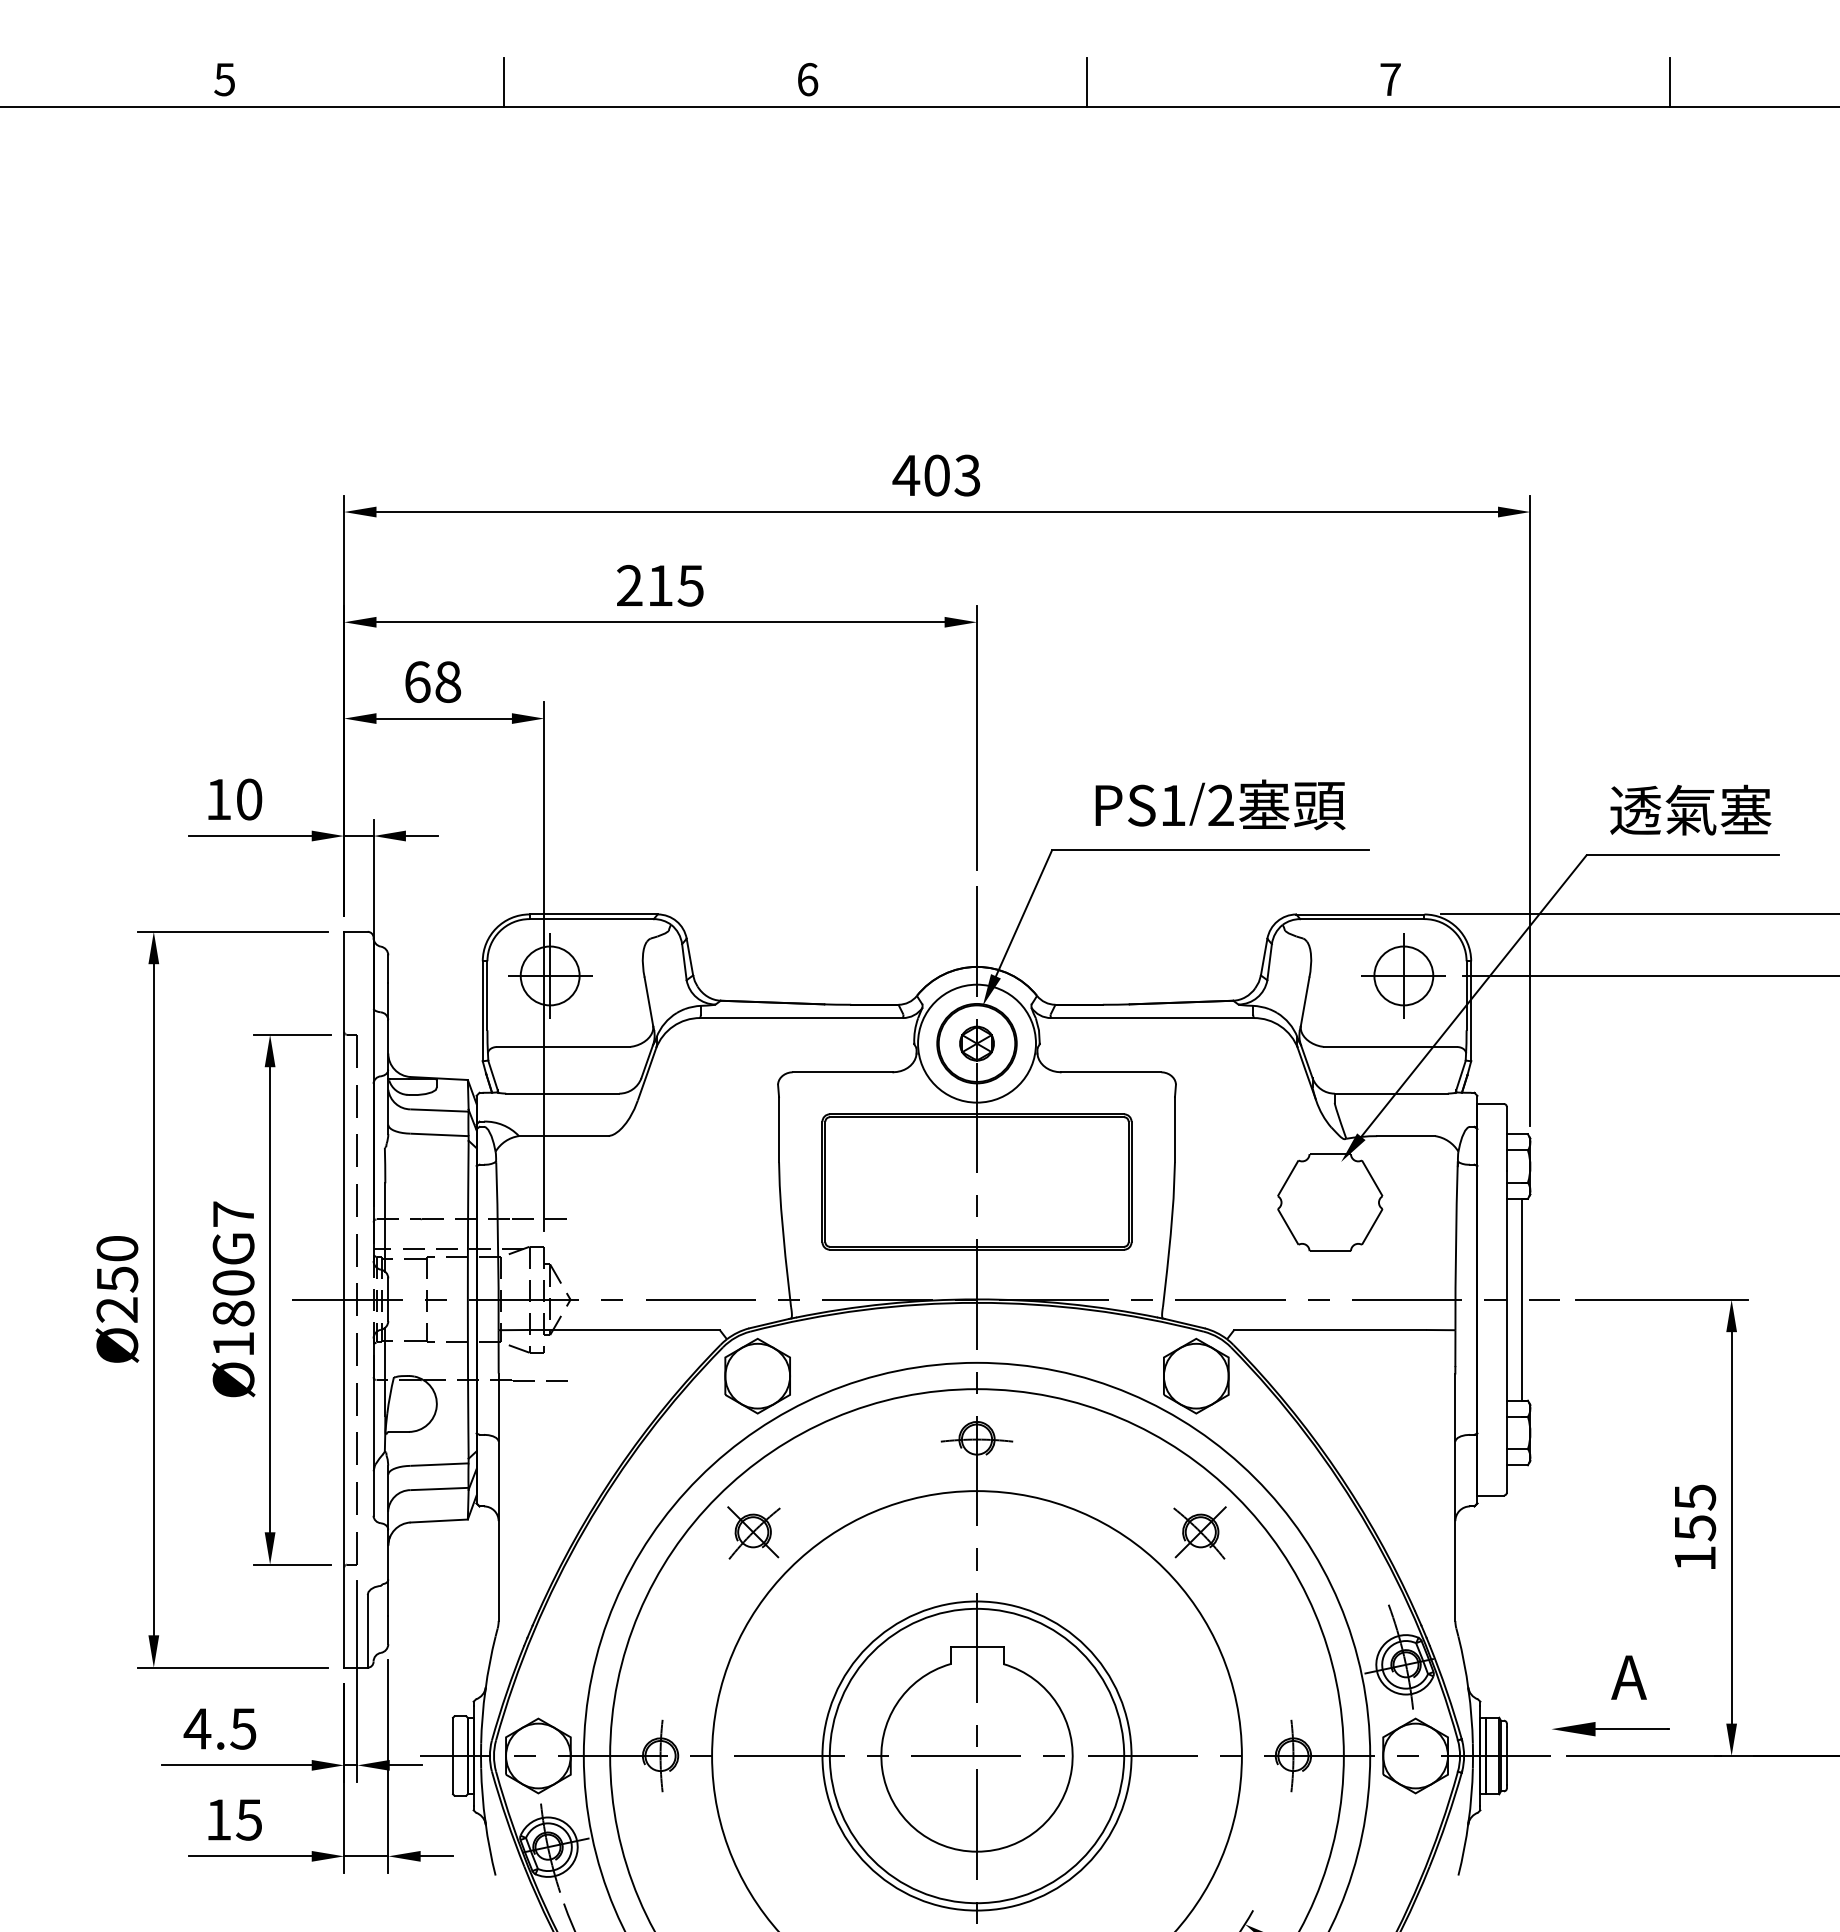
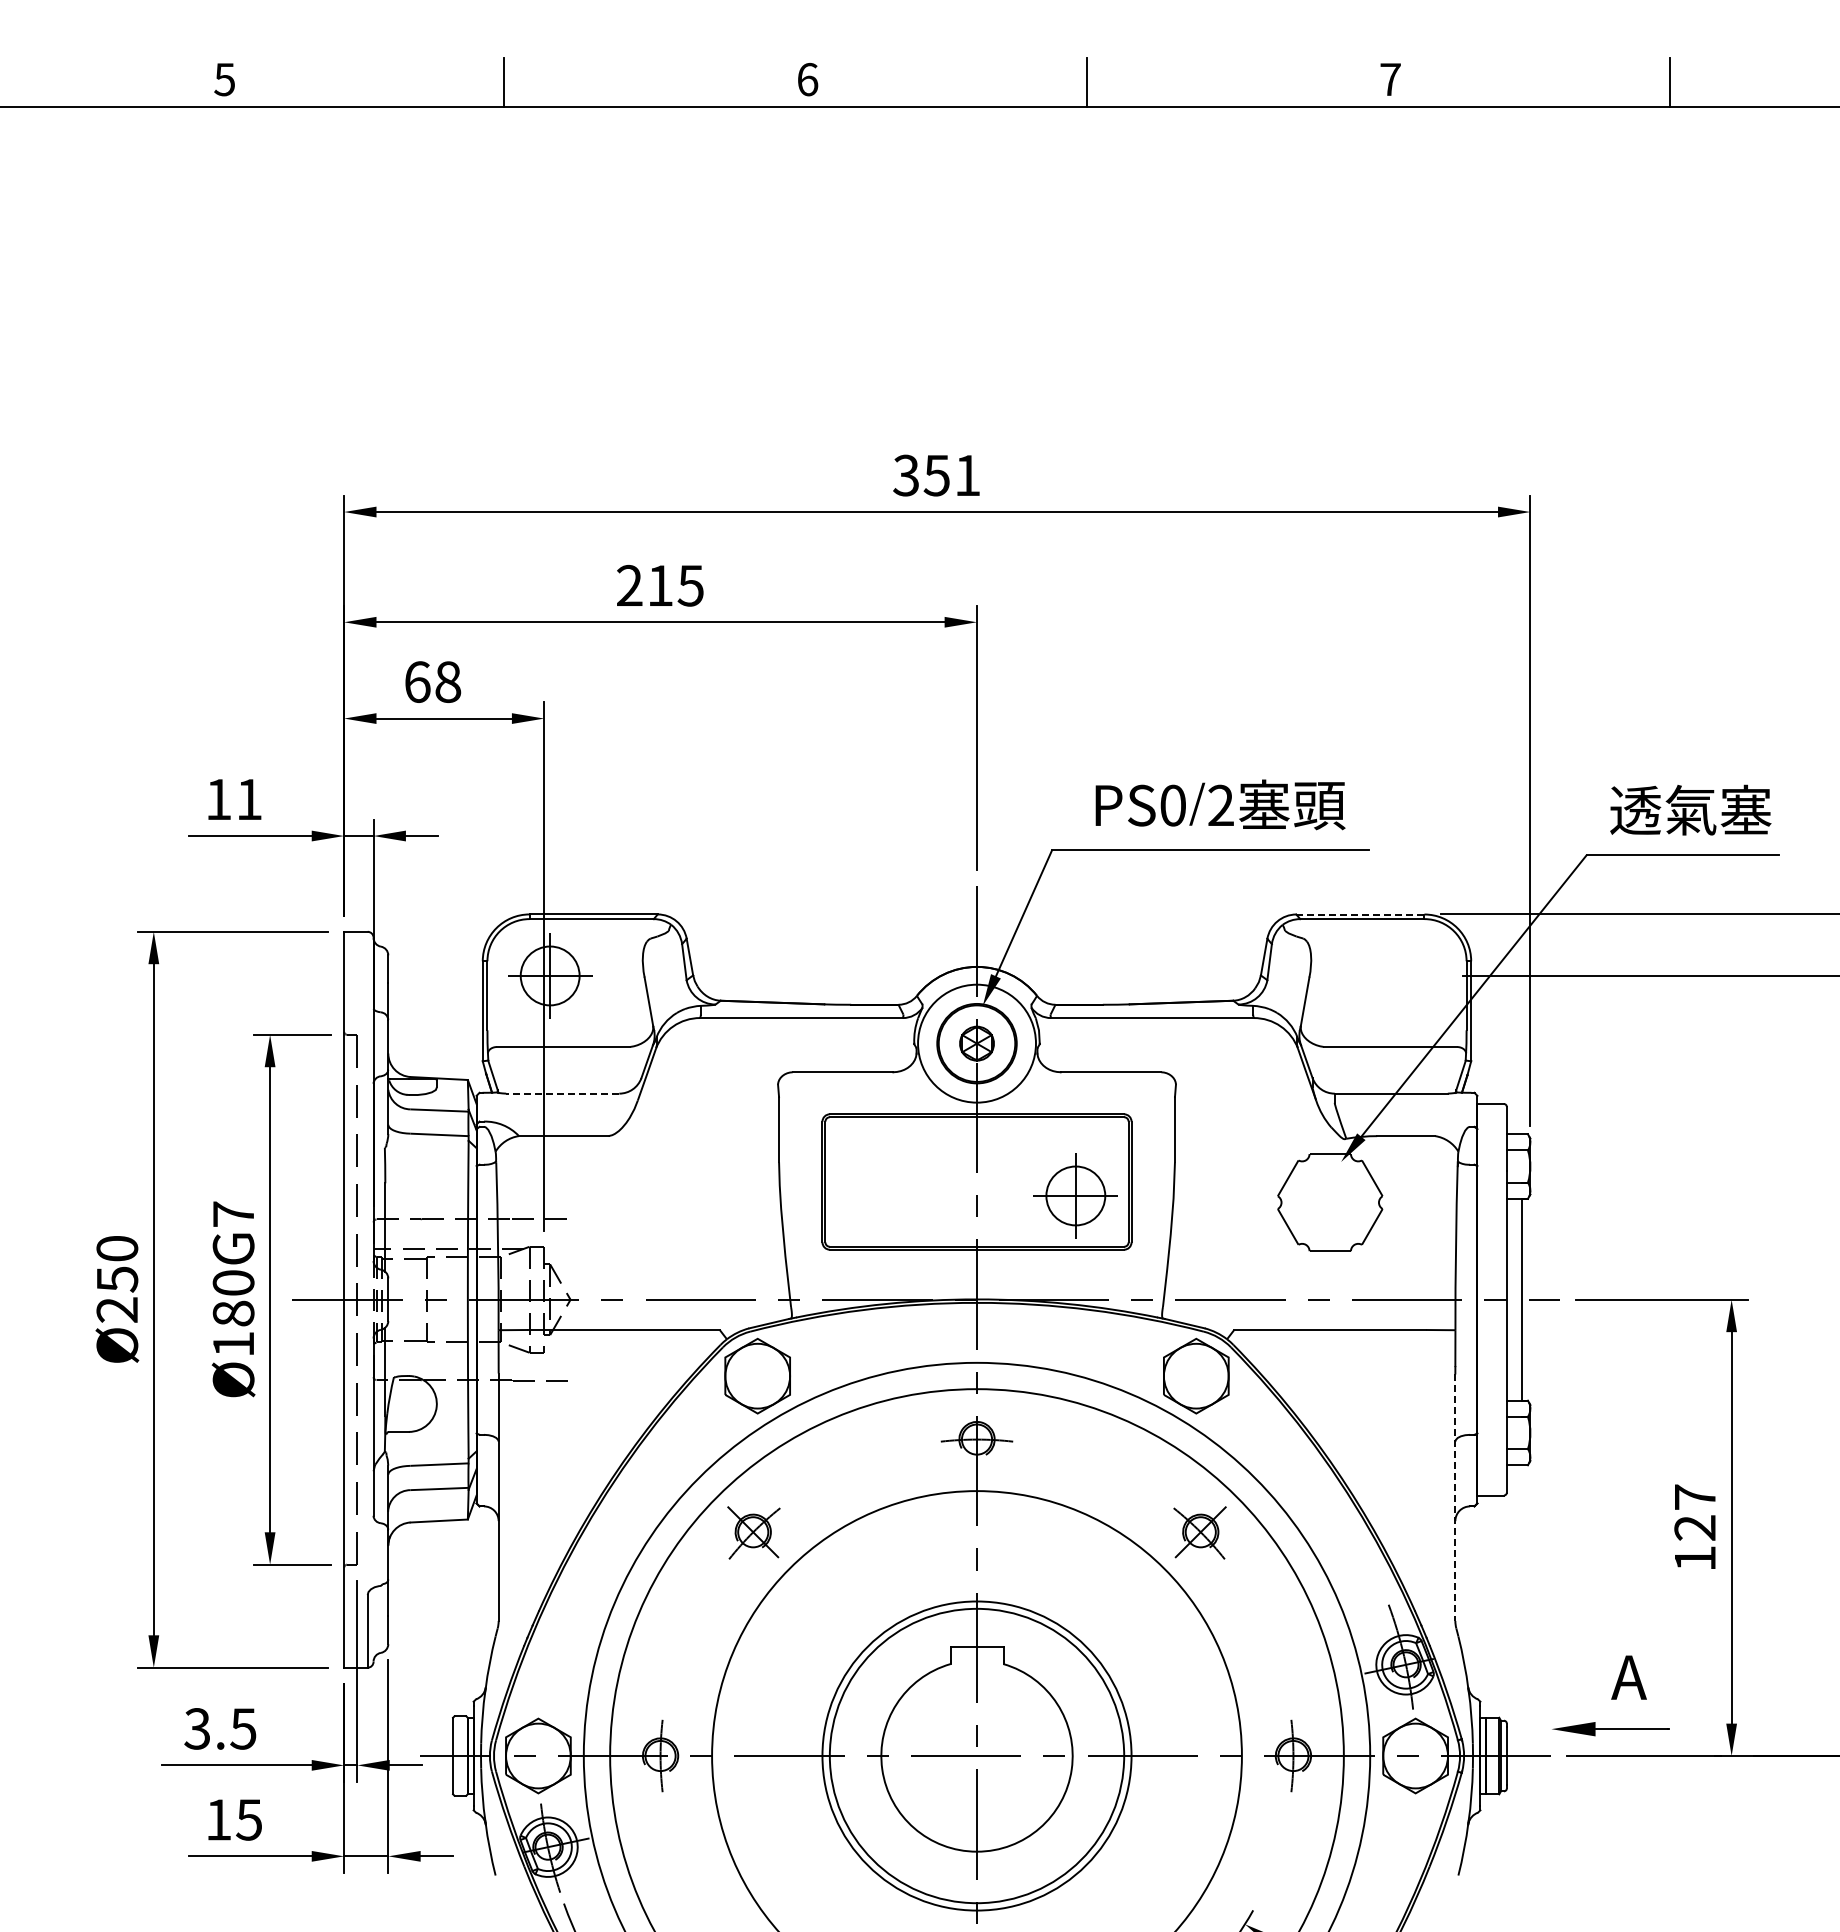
text at (936, 475): 403 -> 351
text at (249, 799): 10 -> 11
text at (1172, 805): PS1 -> PS0
line at (1359, 914): solid -> dashed
part at (1403, 975) position: (1403, 975) -> (1075, 1195)
line at (562, 1093): solid -> dashed
line at (1455, 1497): solid -> dashed
text at (1695, 1512): 155 -> 127
text at (197, 1728): 4.5 -> 3.5
